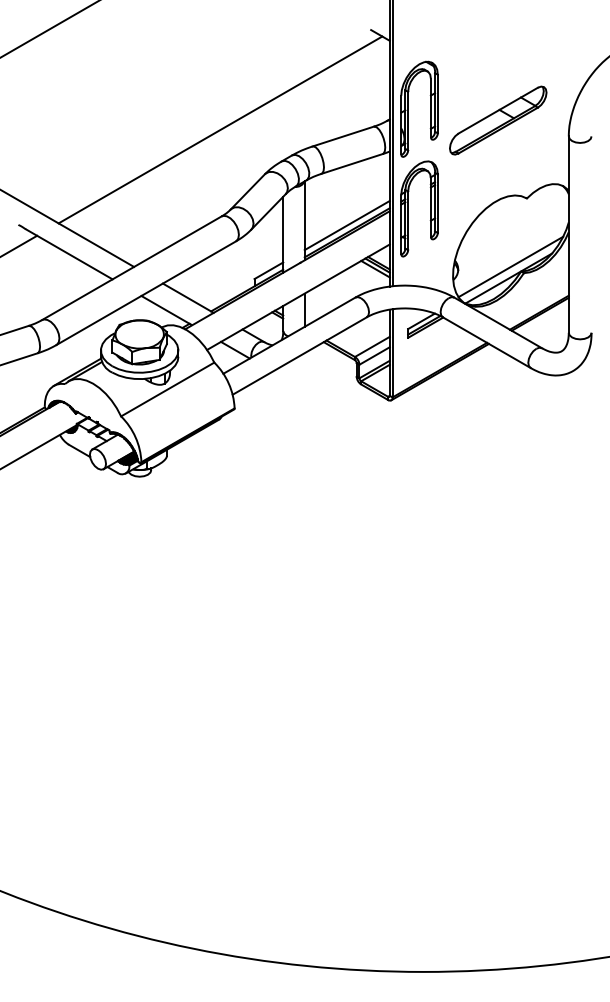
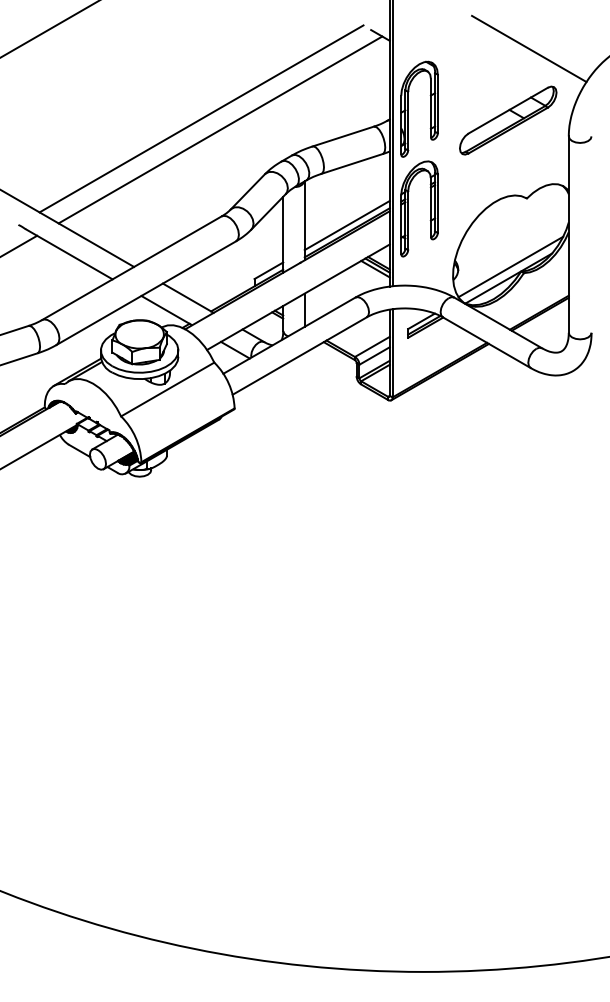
line at (529, 48): none -> present
line at (201, 118): none -> present
part at (498, 120) position: (498, 120) -> (508, 120)
